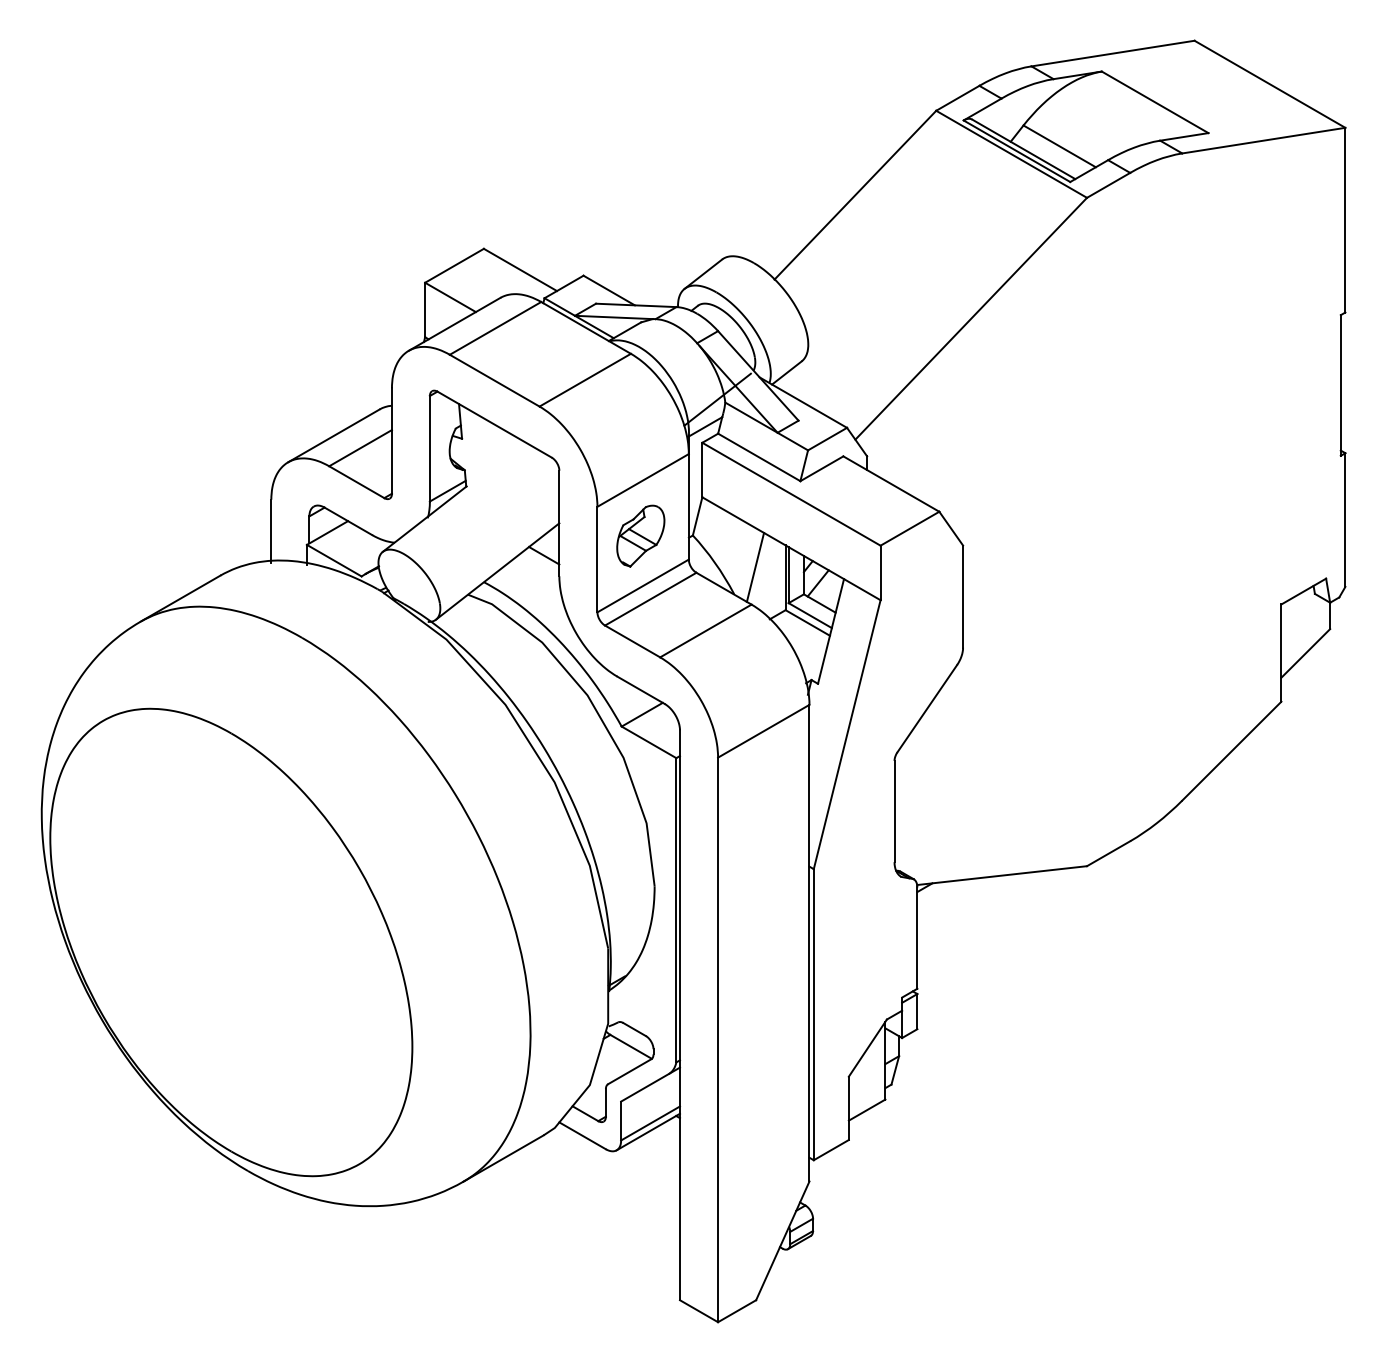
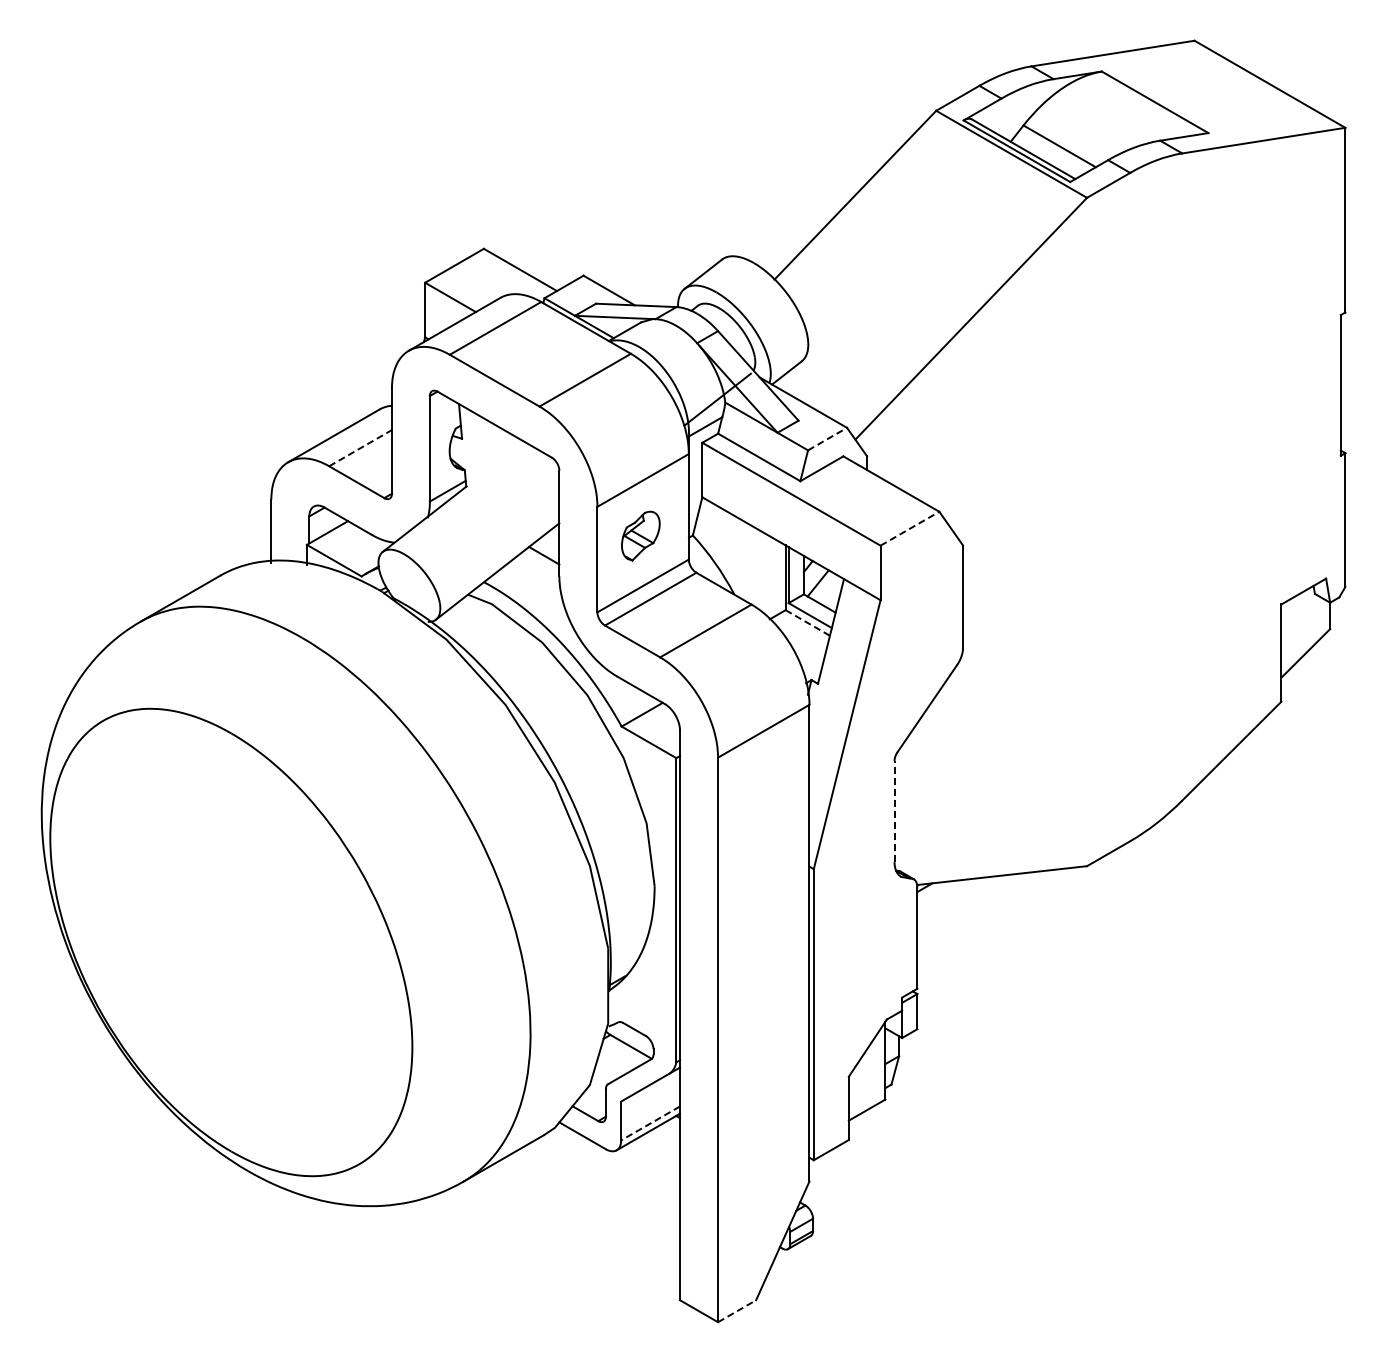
line at (827, 439): solid -> dashed
line at (361, 447): solid -> dashed
line at (909, 528): solid -> dashed
part at (640, 535) size: 50x64 px -> 40x52 px
line at (755, 566): present -> none
line at (807, 622): solid -> dashed
line at (894, 811): solid -> dashed
line at (650, 1123): solid -> dashed
line at (737, 1311): solid -> dashed
